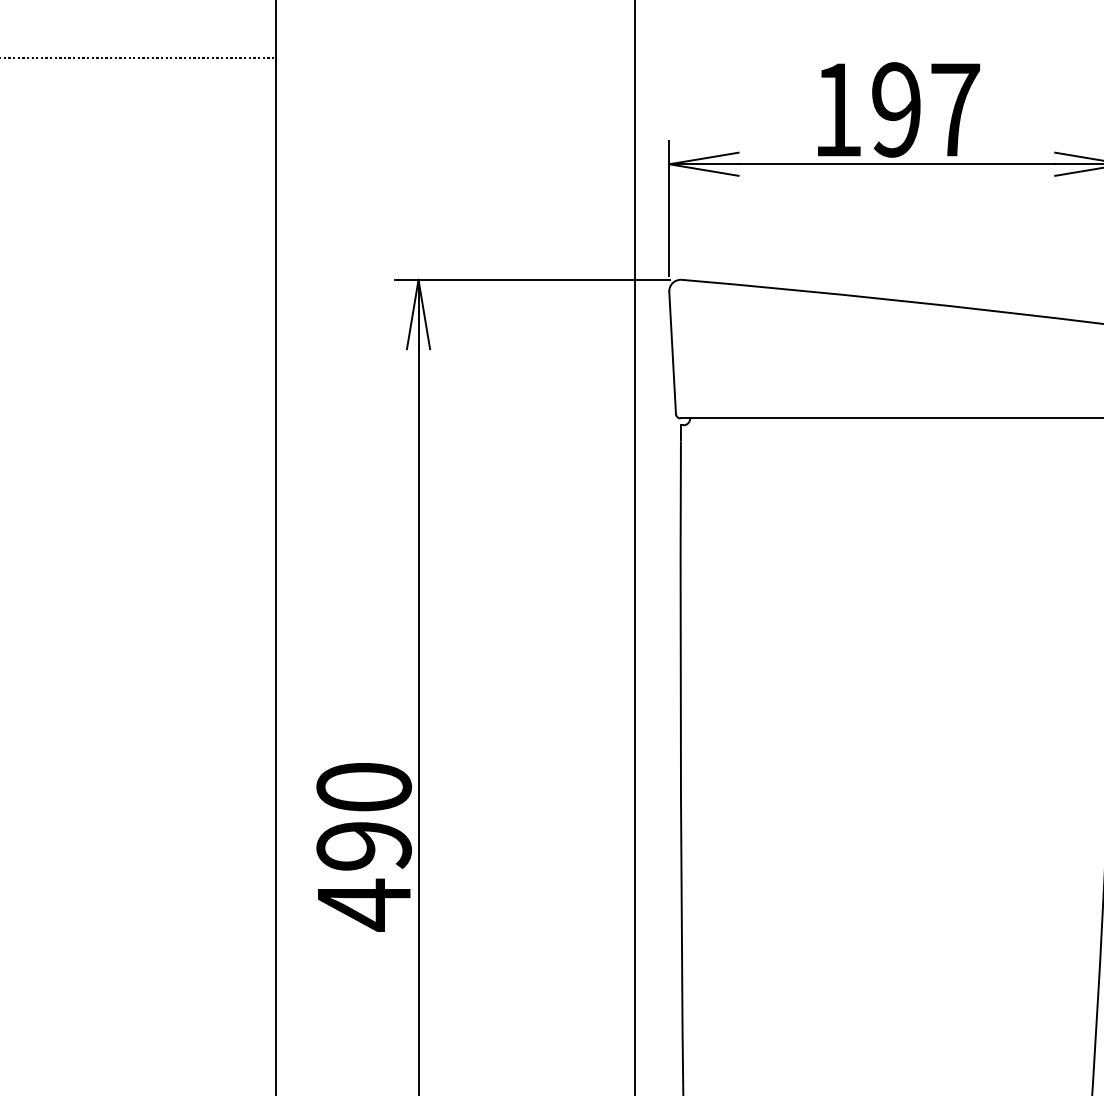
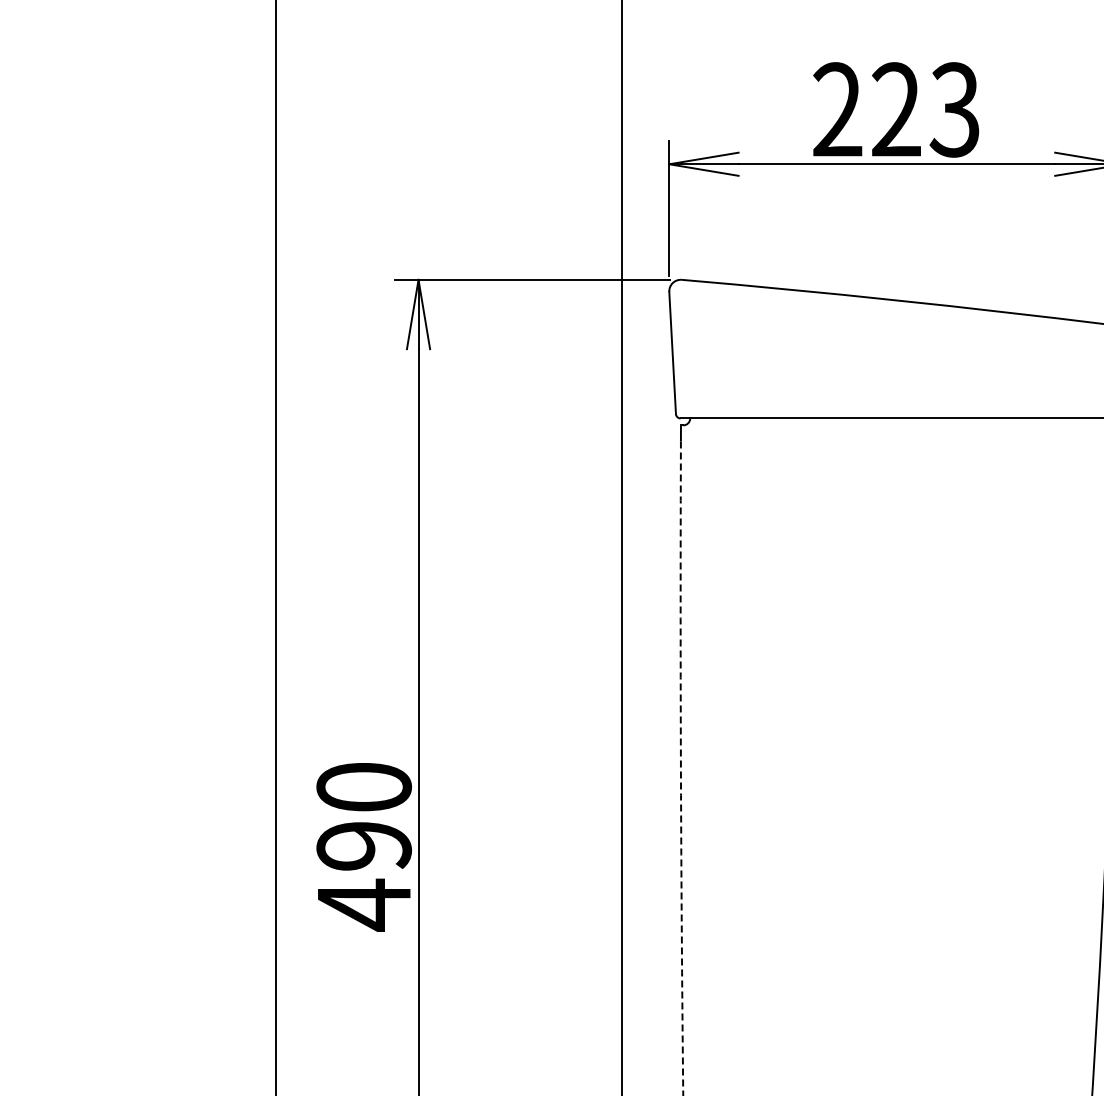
line at (139, 57): present -> none
text at (896, 109): 197 -> 223
line at (634, 547) position: (634, 547) -> (621, 547)
arc at (681, 768): solid -> dashed
